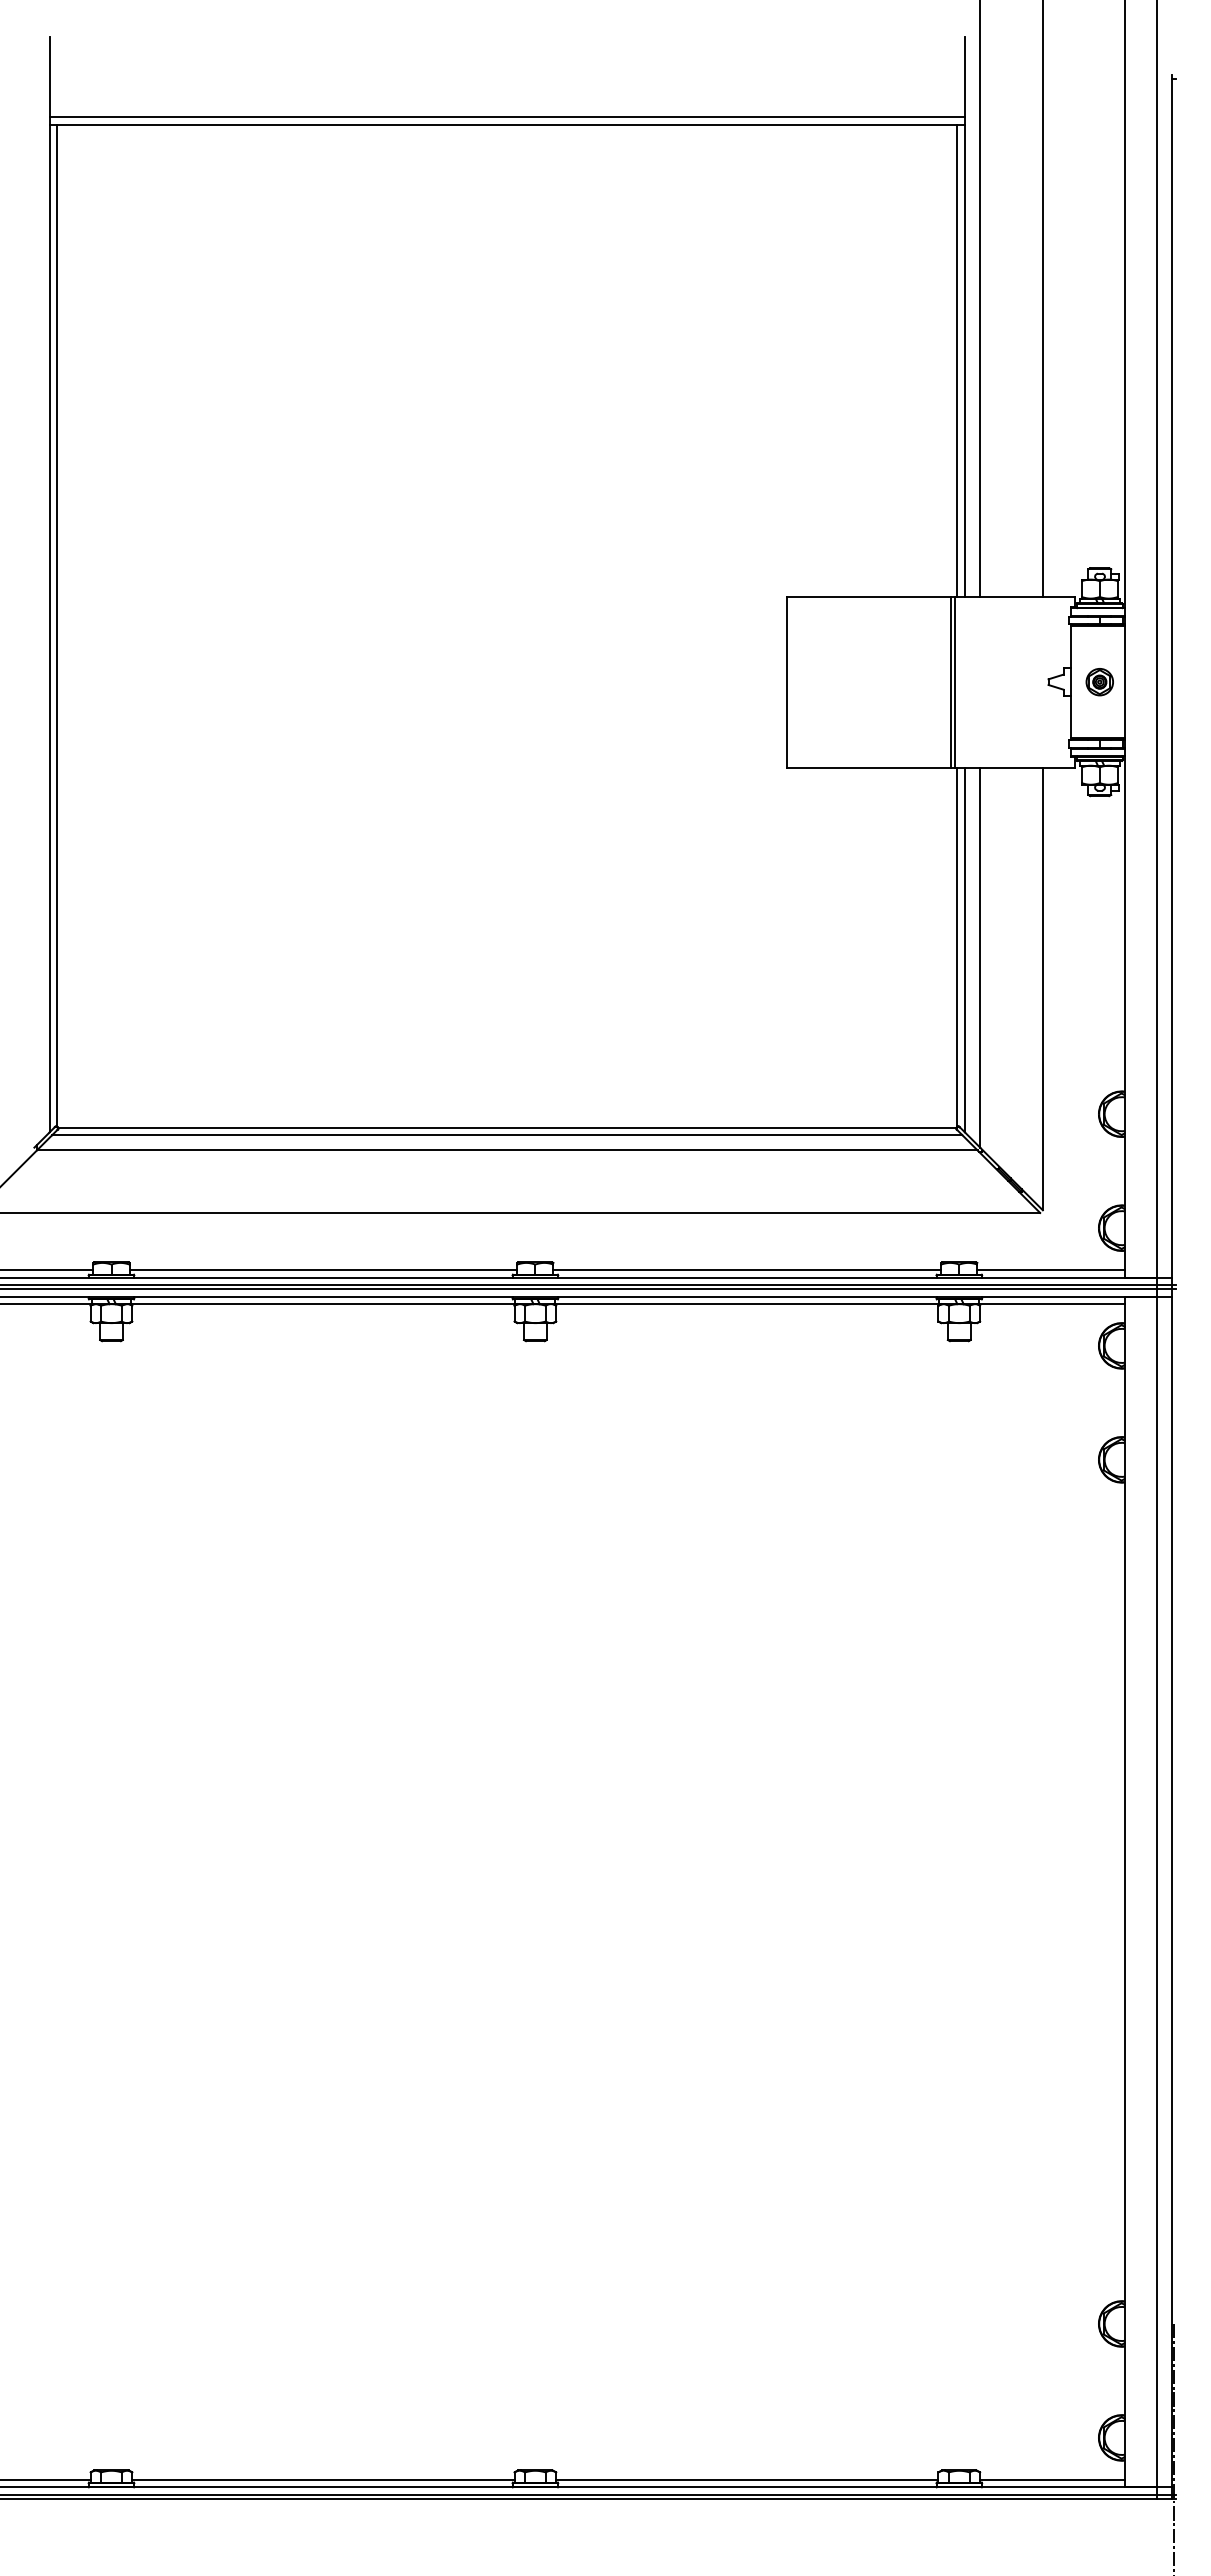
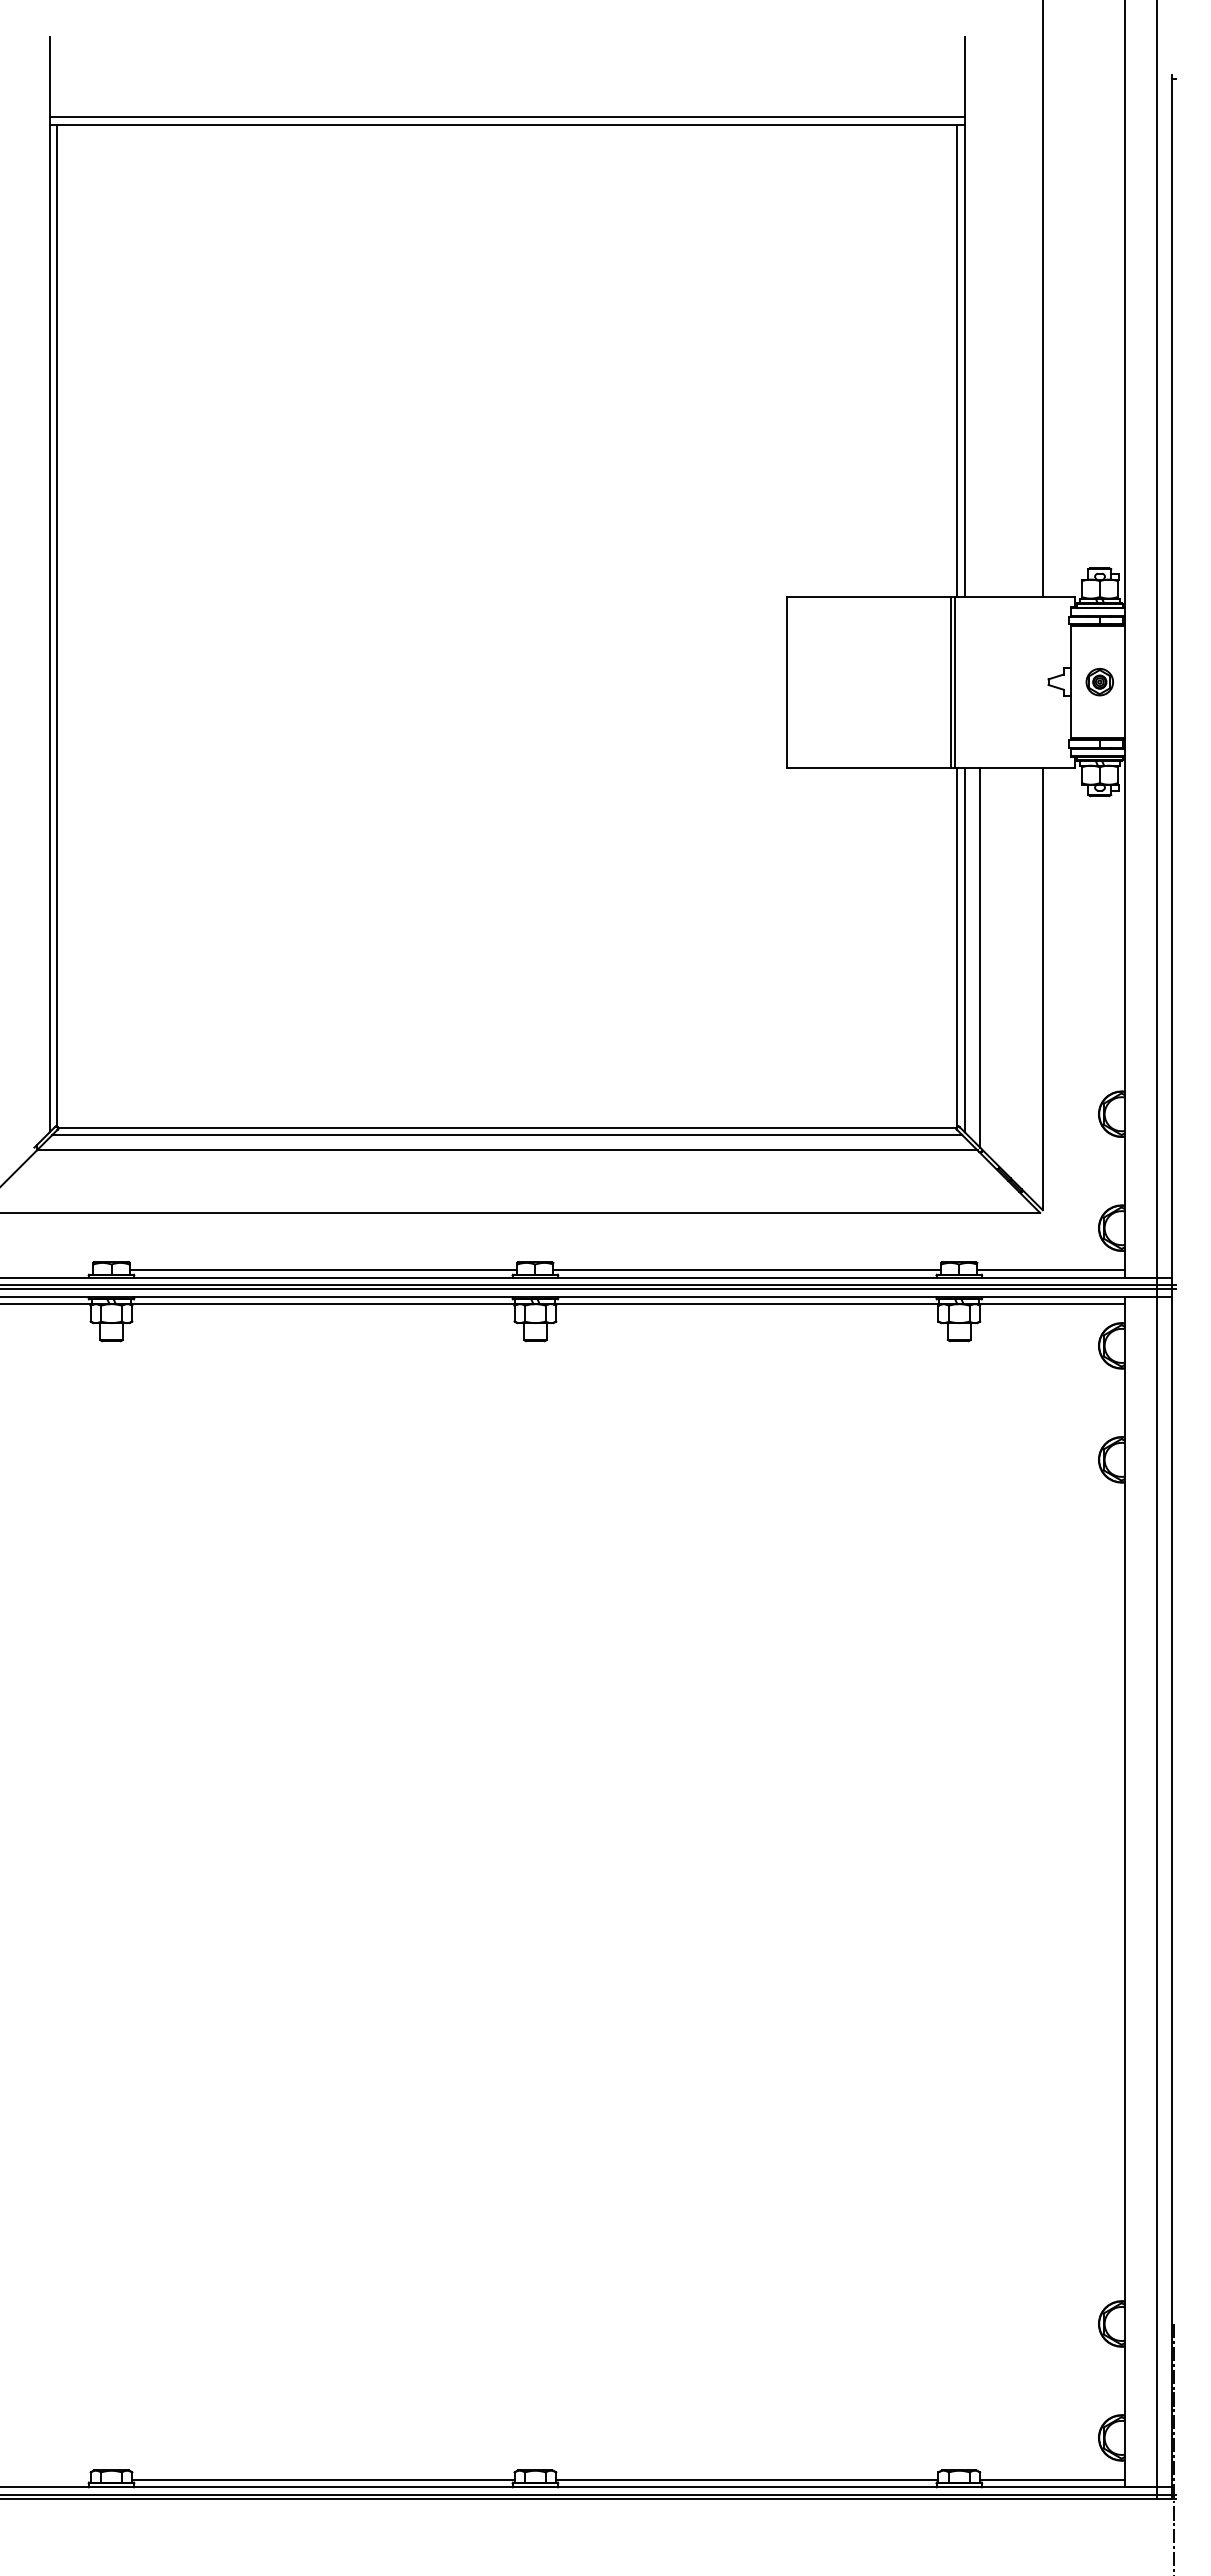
line at (980, 299): present -> none
line at (47, 1269): present -> none
line at (46, 2479): present -> none
